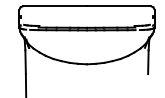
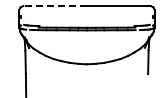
line at (55, 6): solid -> dashed
